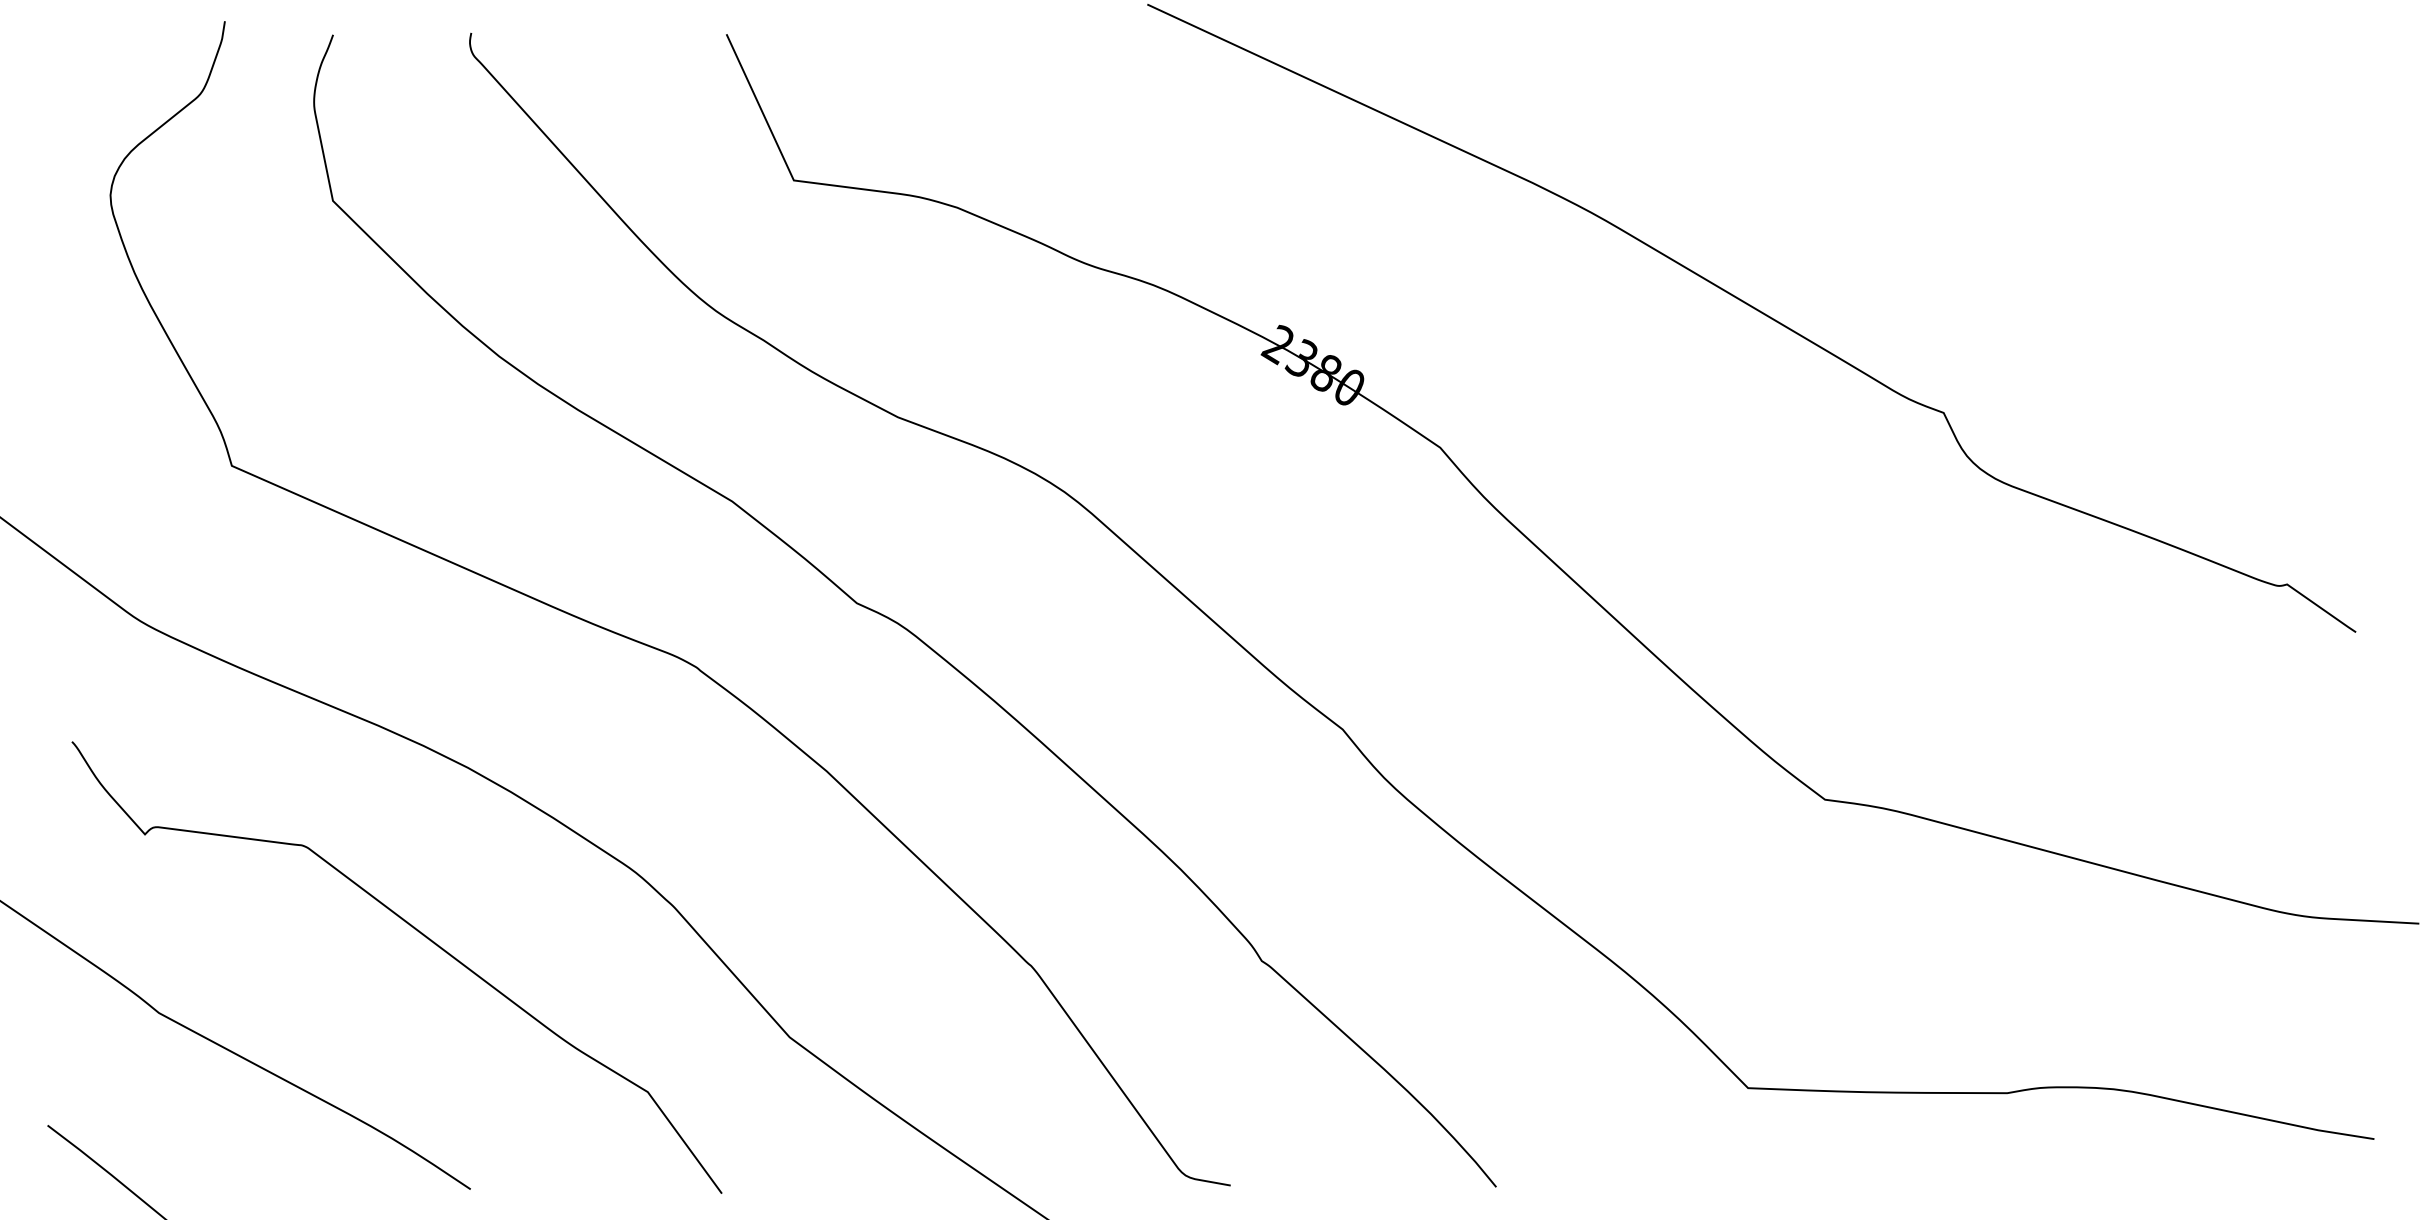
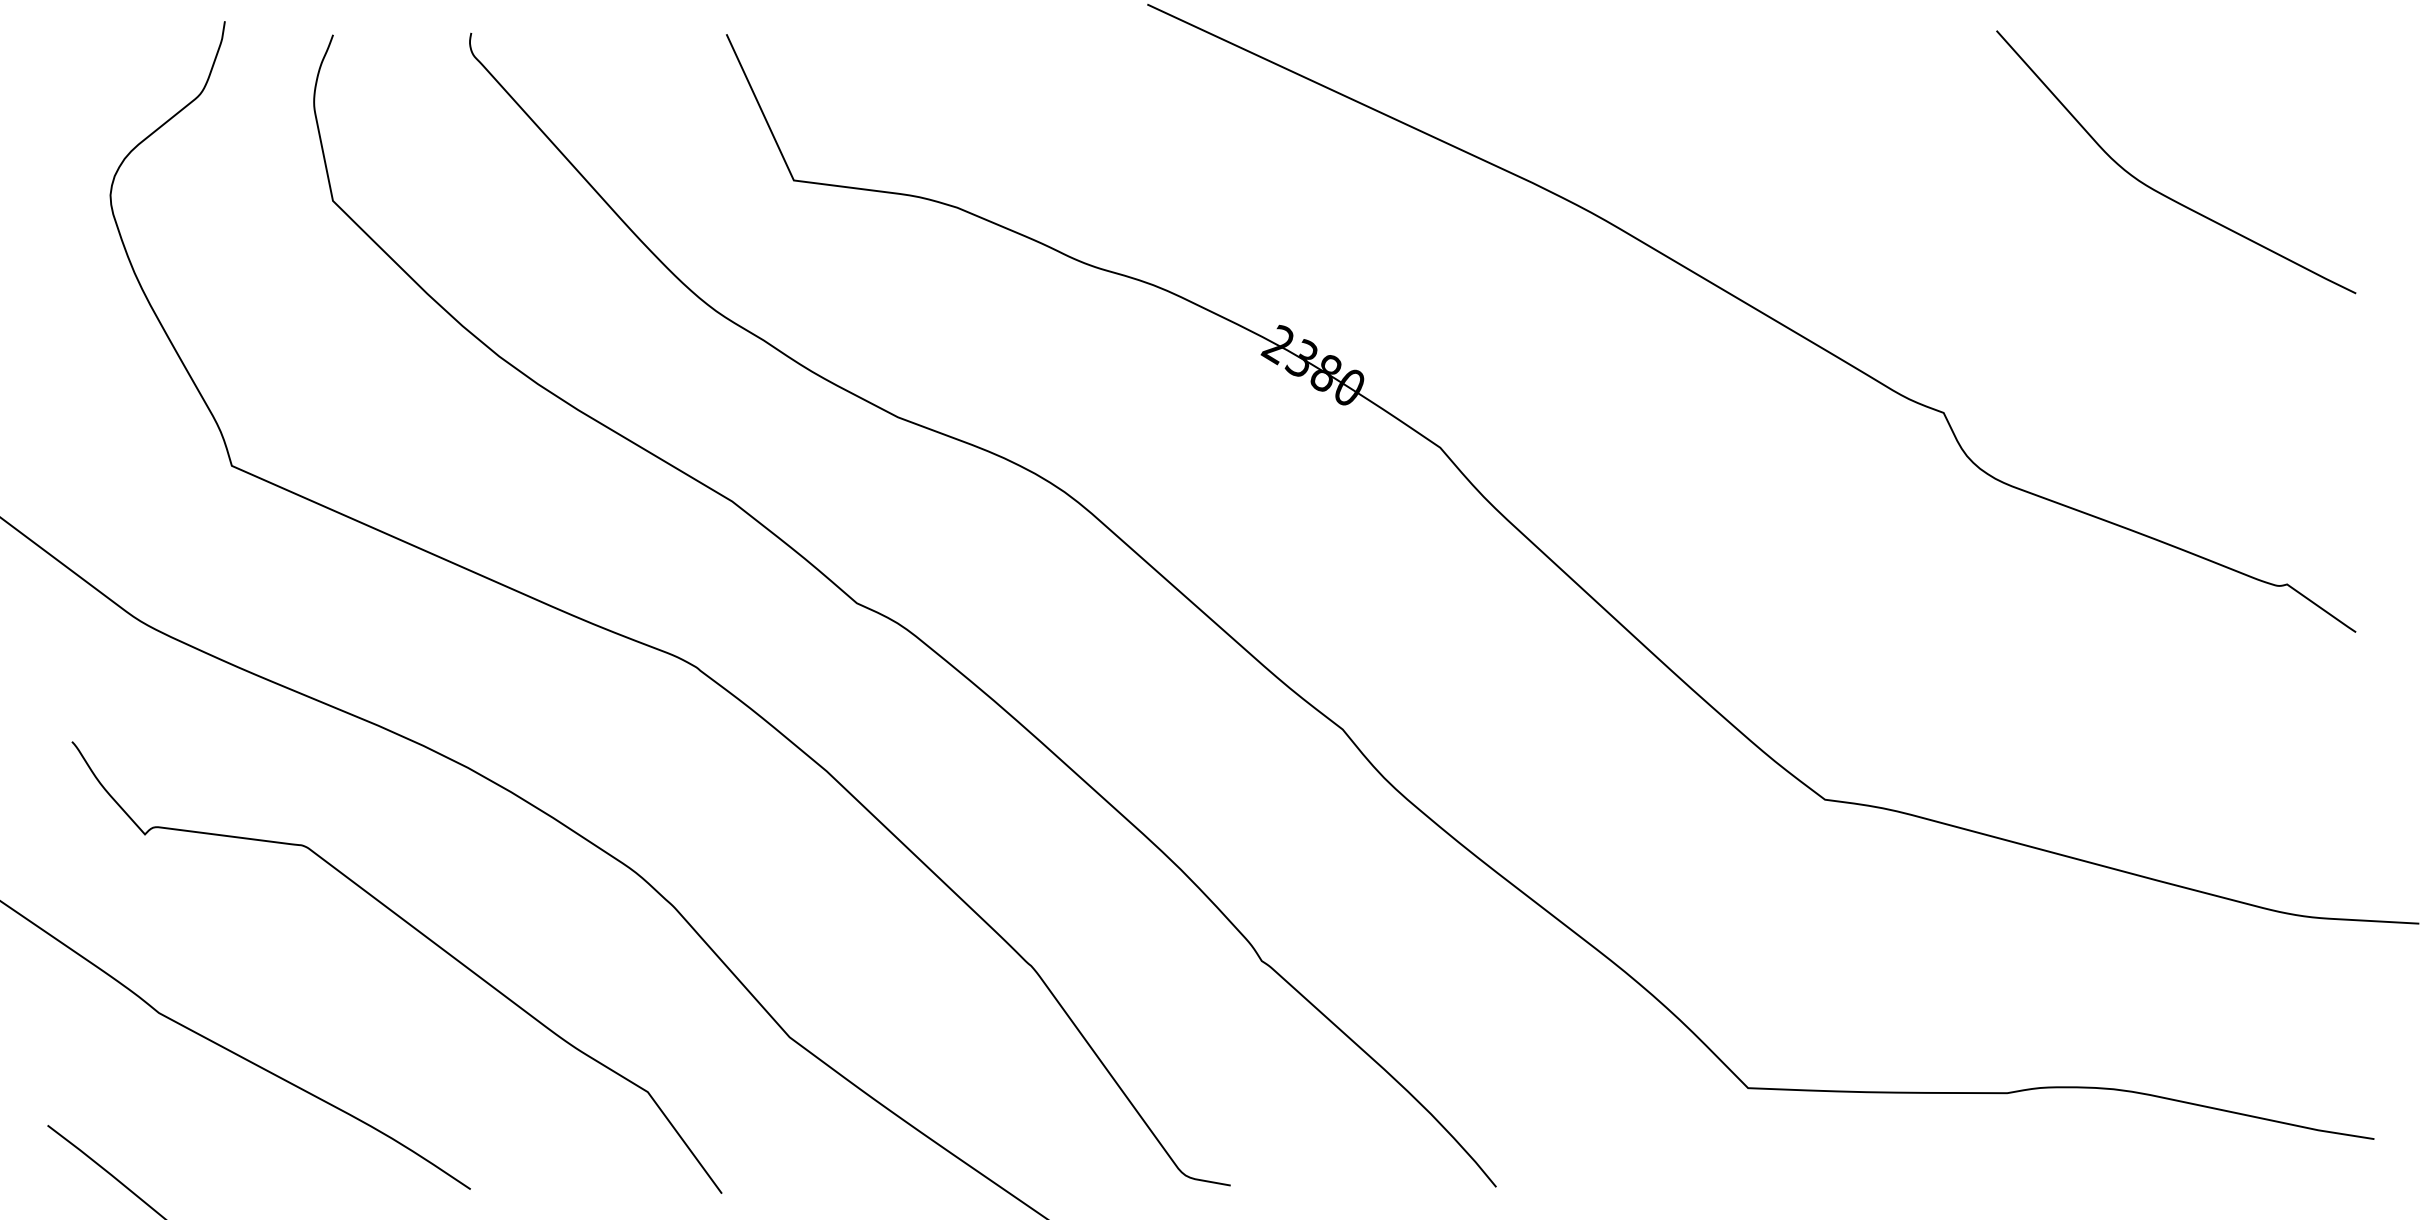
curve at (2159, 191): none -> present
